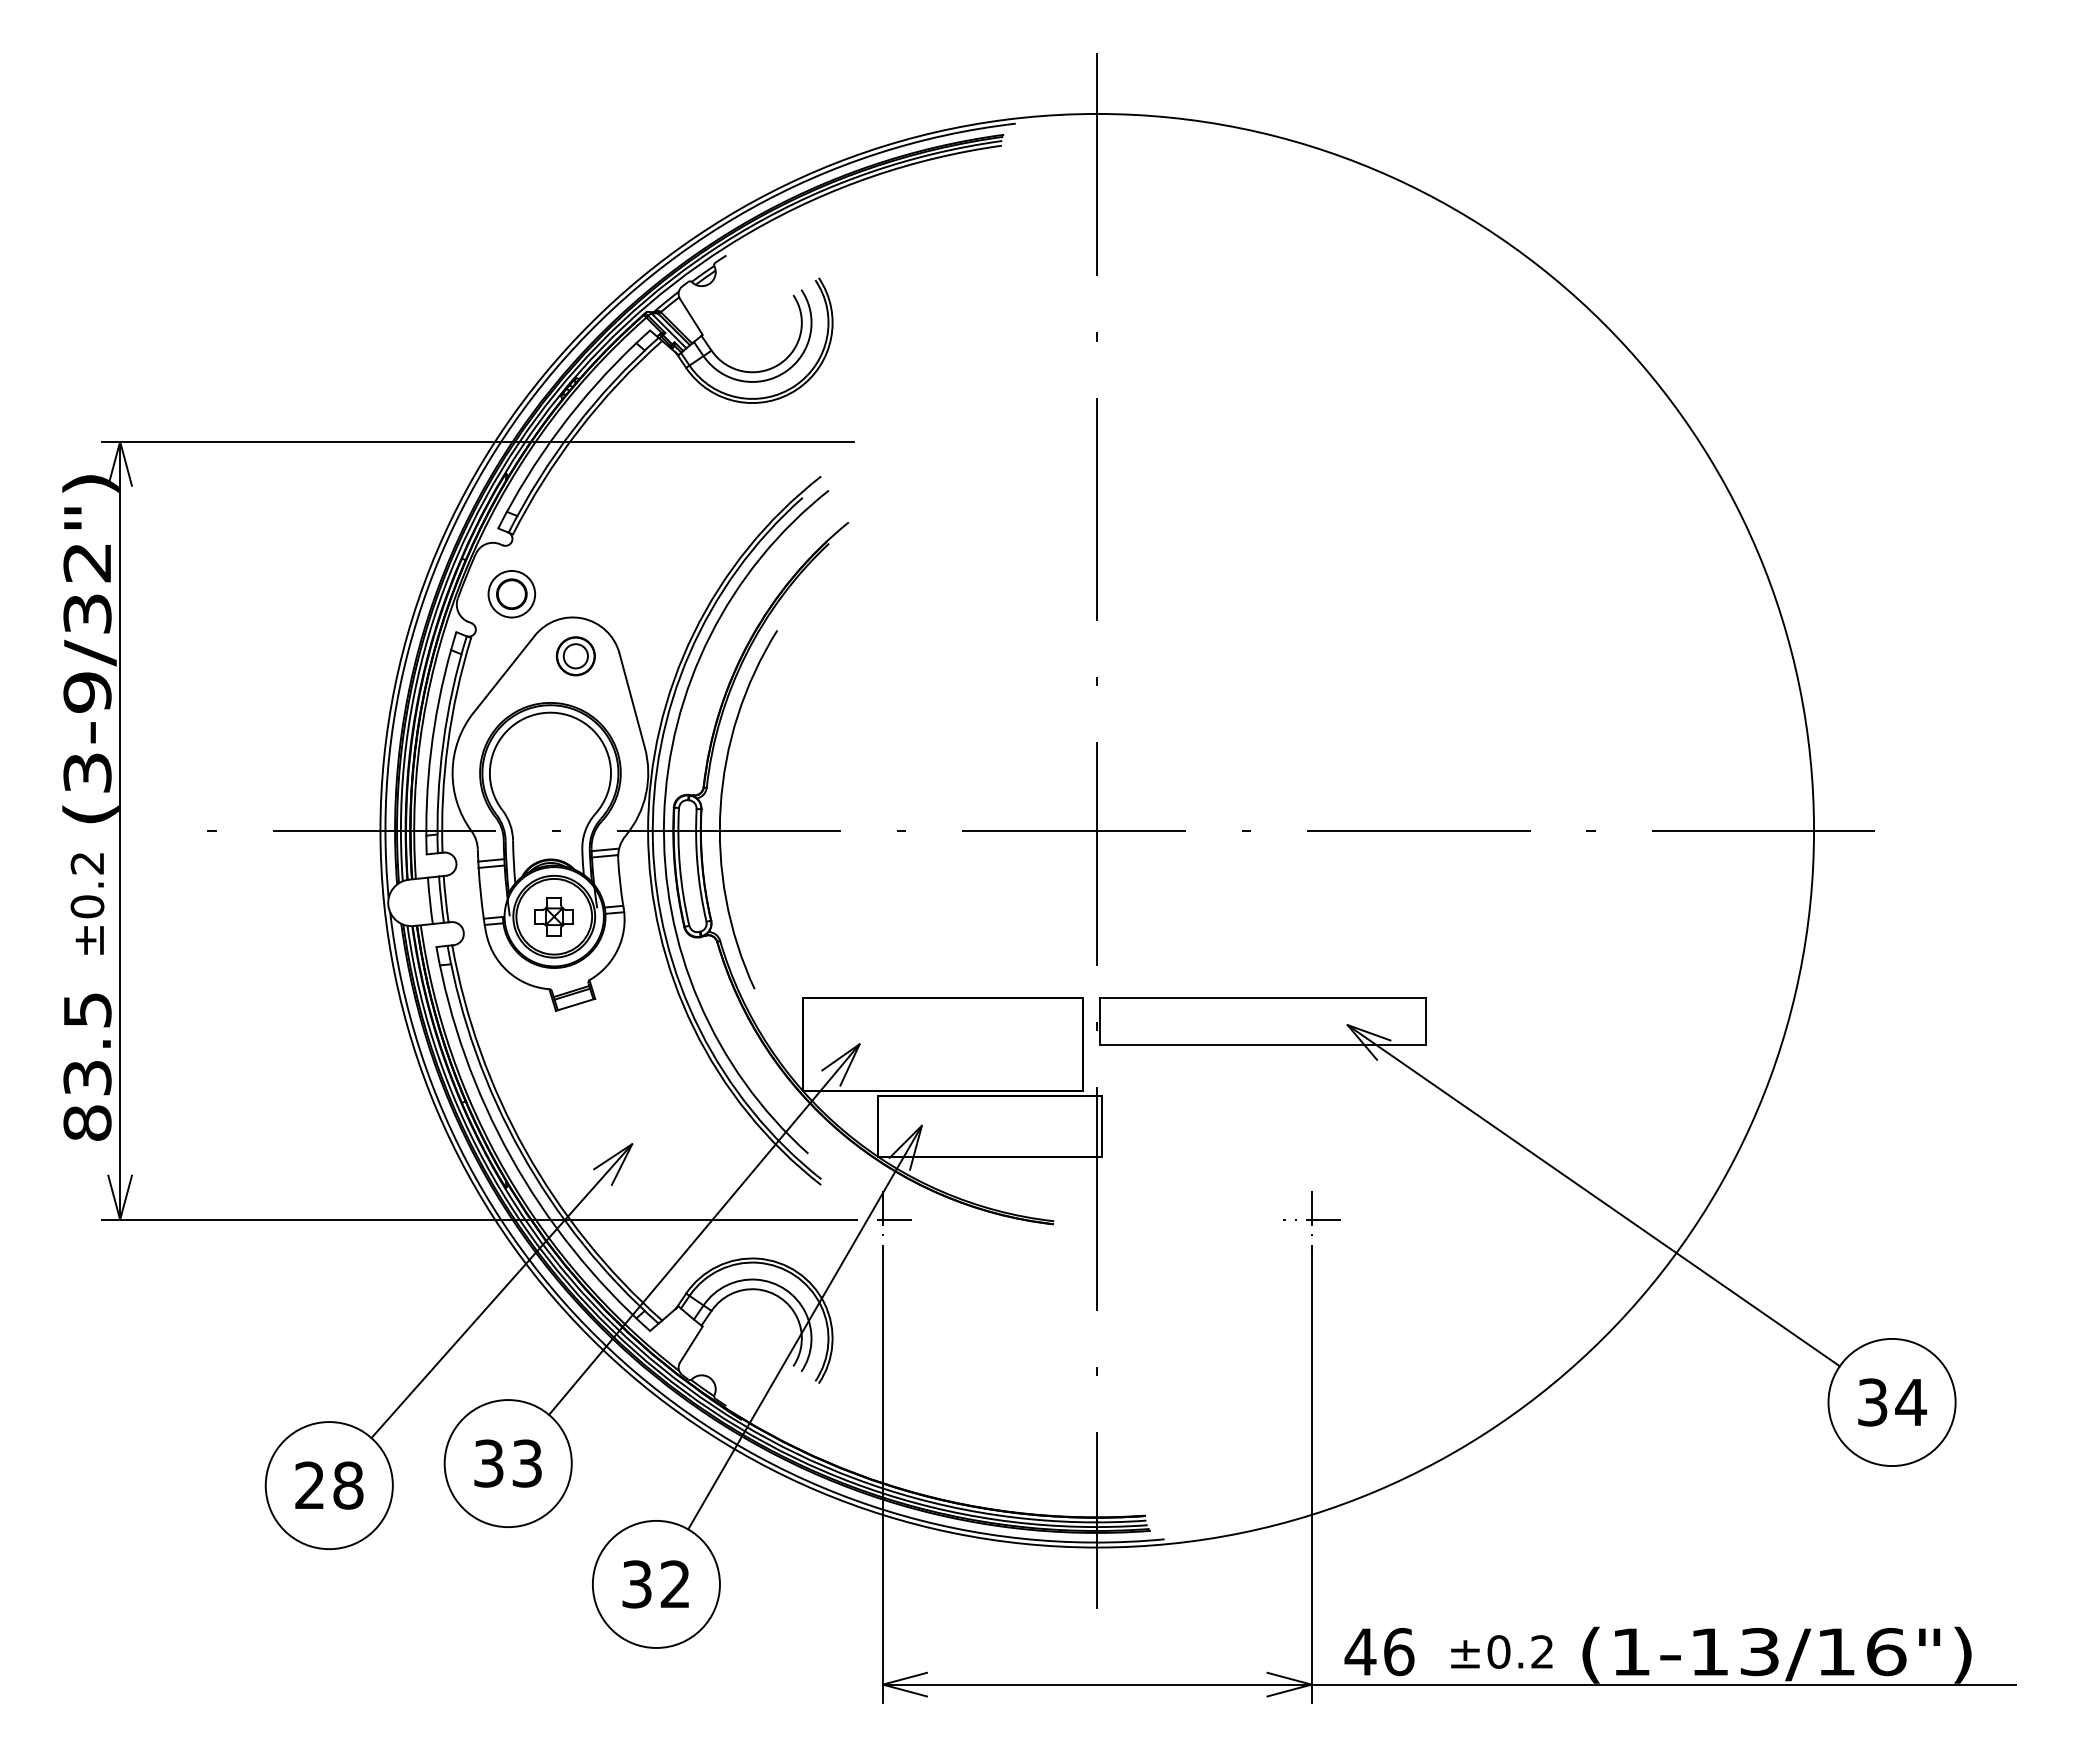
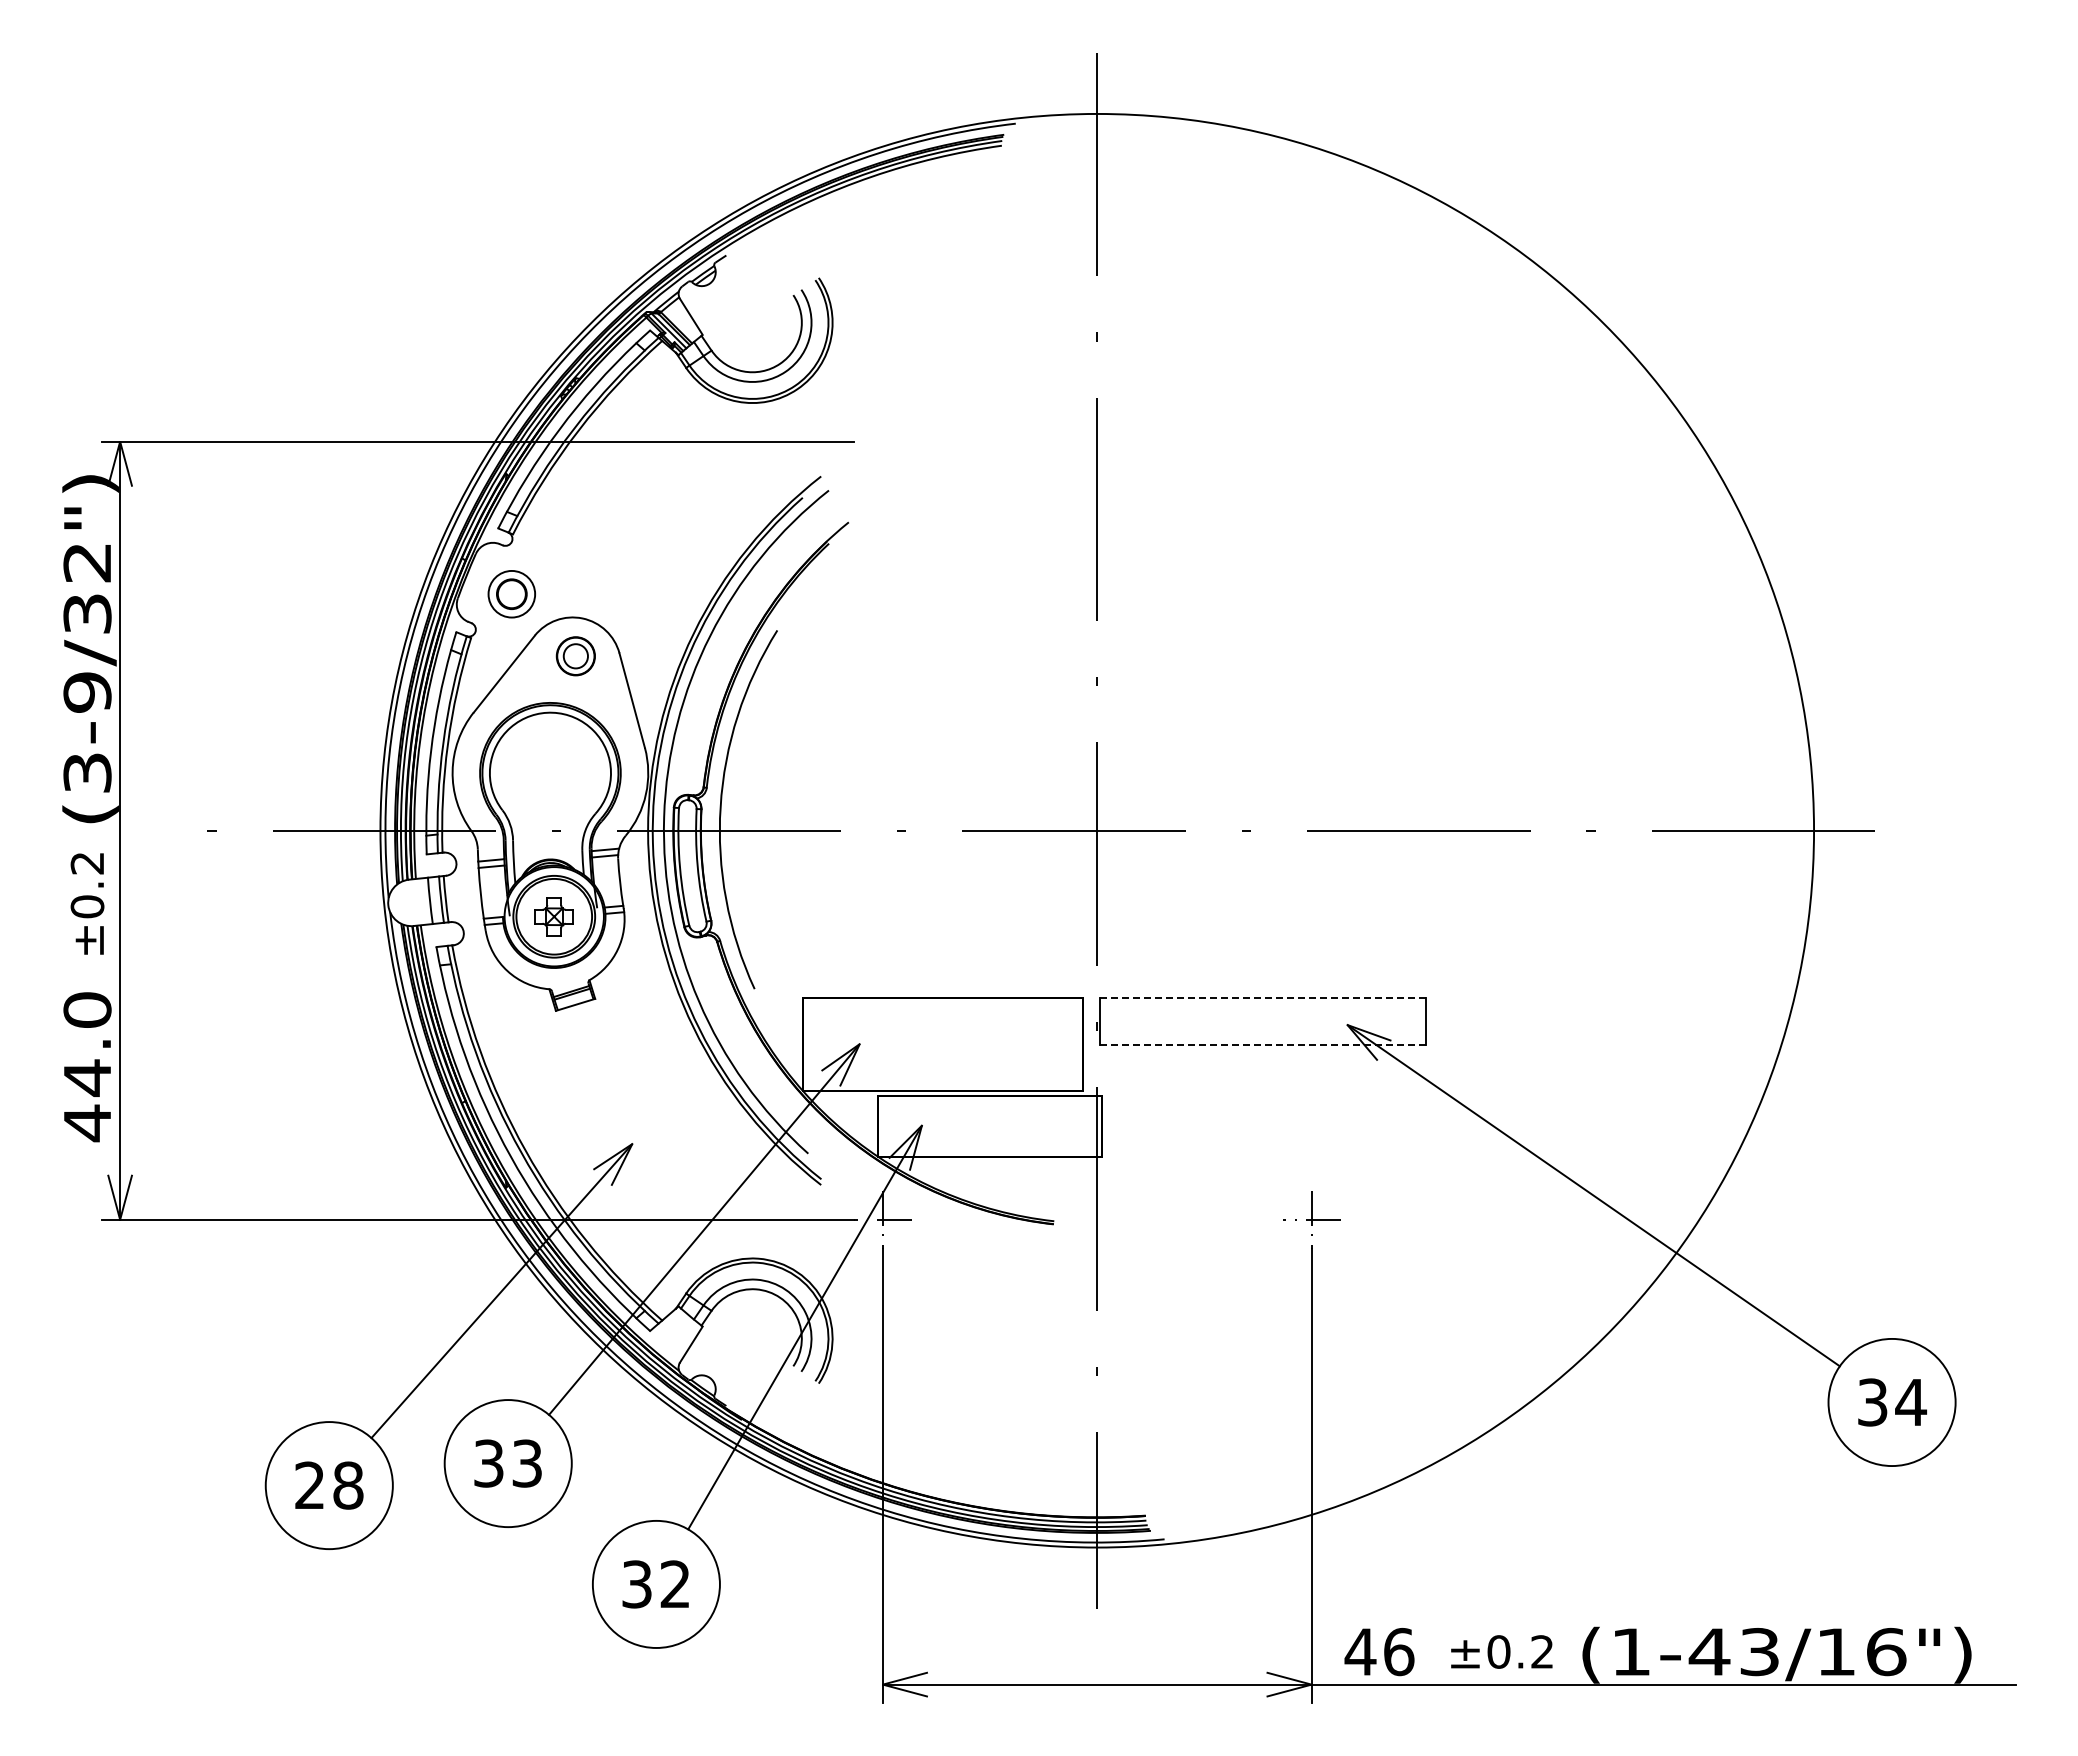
line at (1263, 998): solid -> dashed
line at (1262, 1044): solid -> dashed
text at (87, 1067): 83.5 -> 44.0
text at (1709, 1651): (1-13/16") -> (1-43/16")
